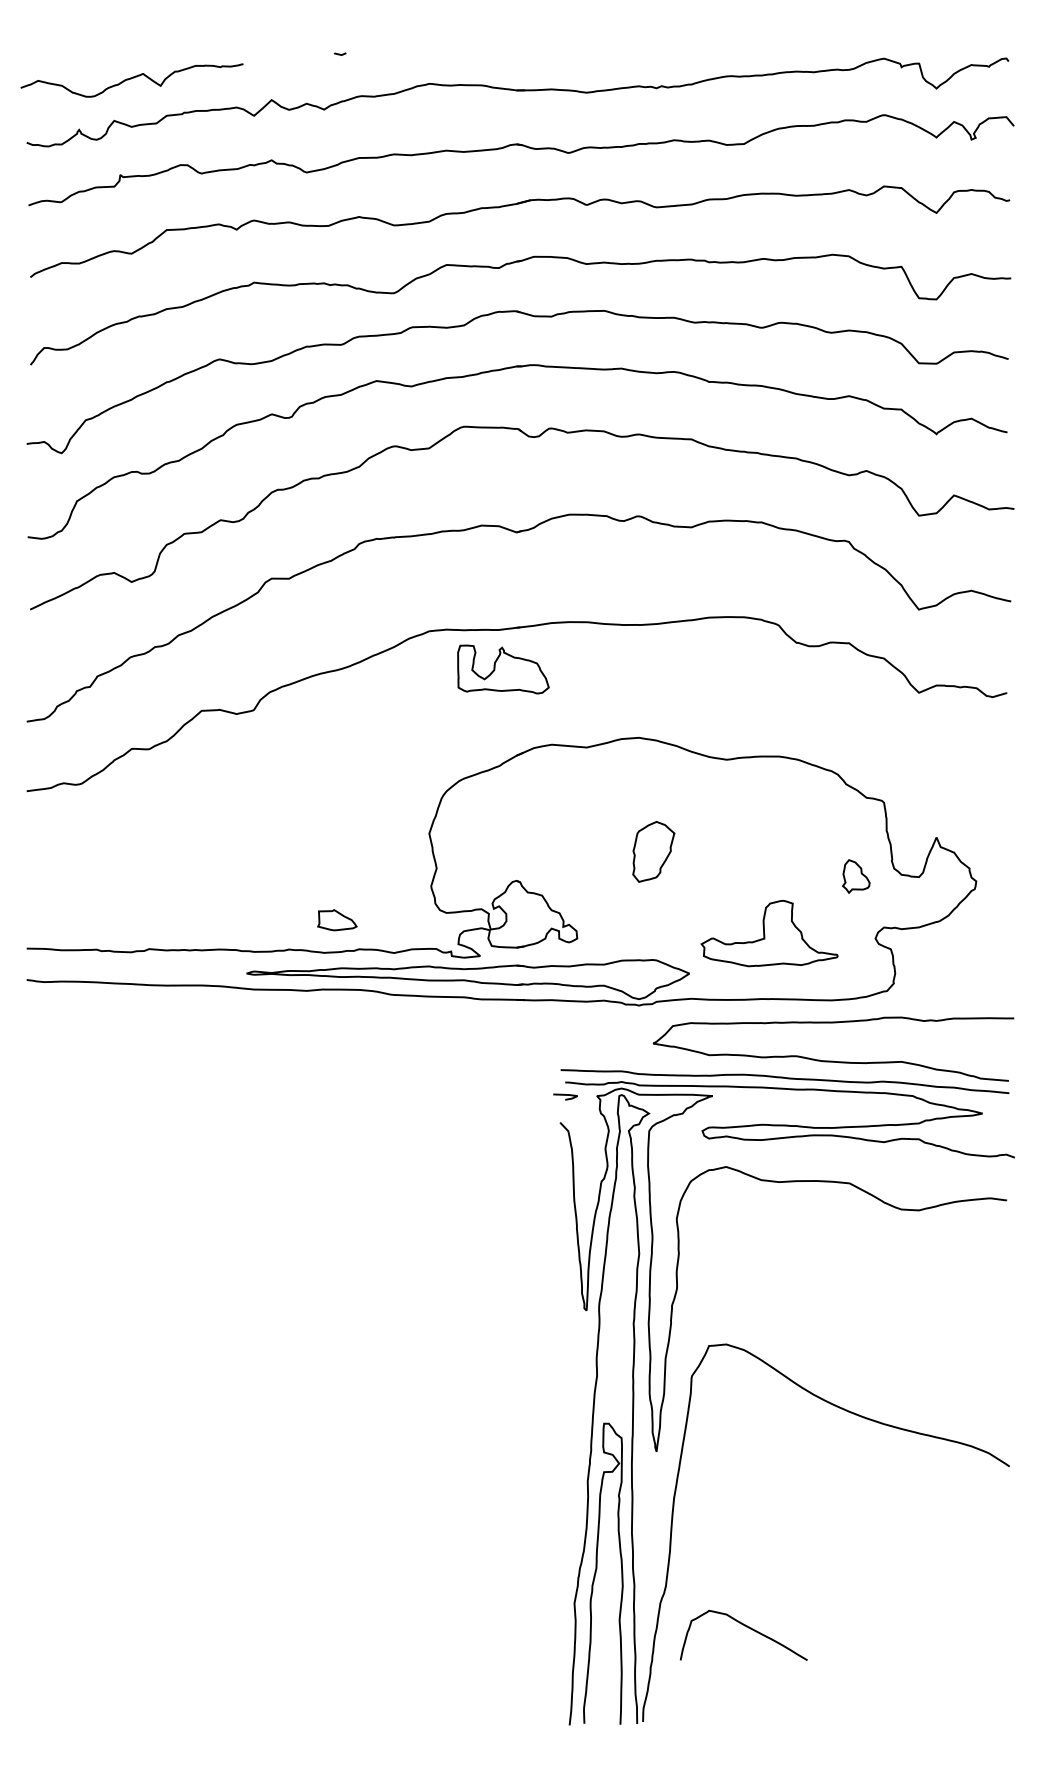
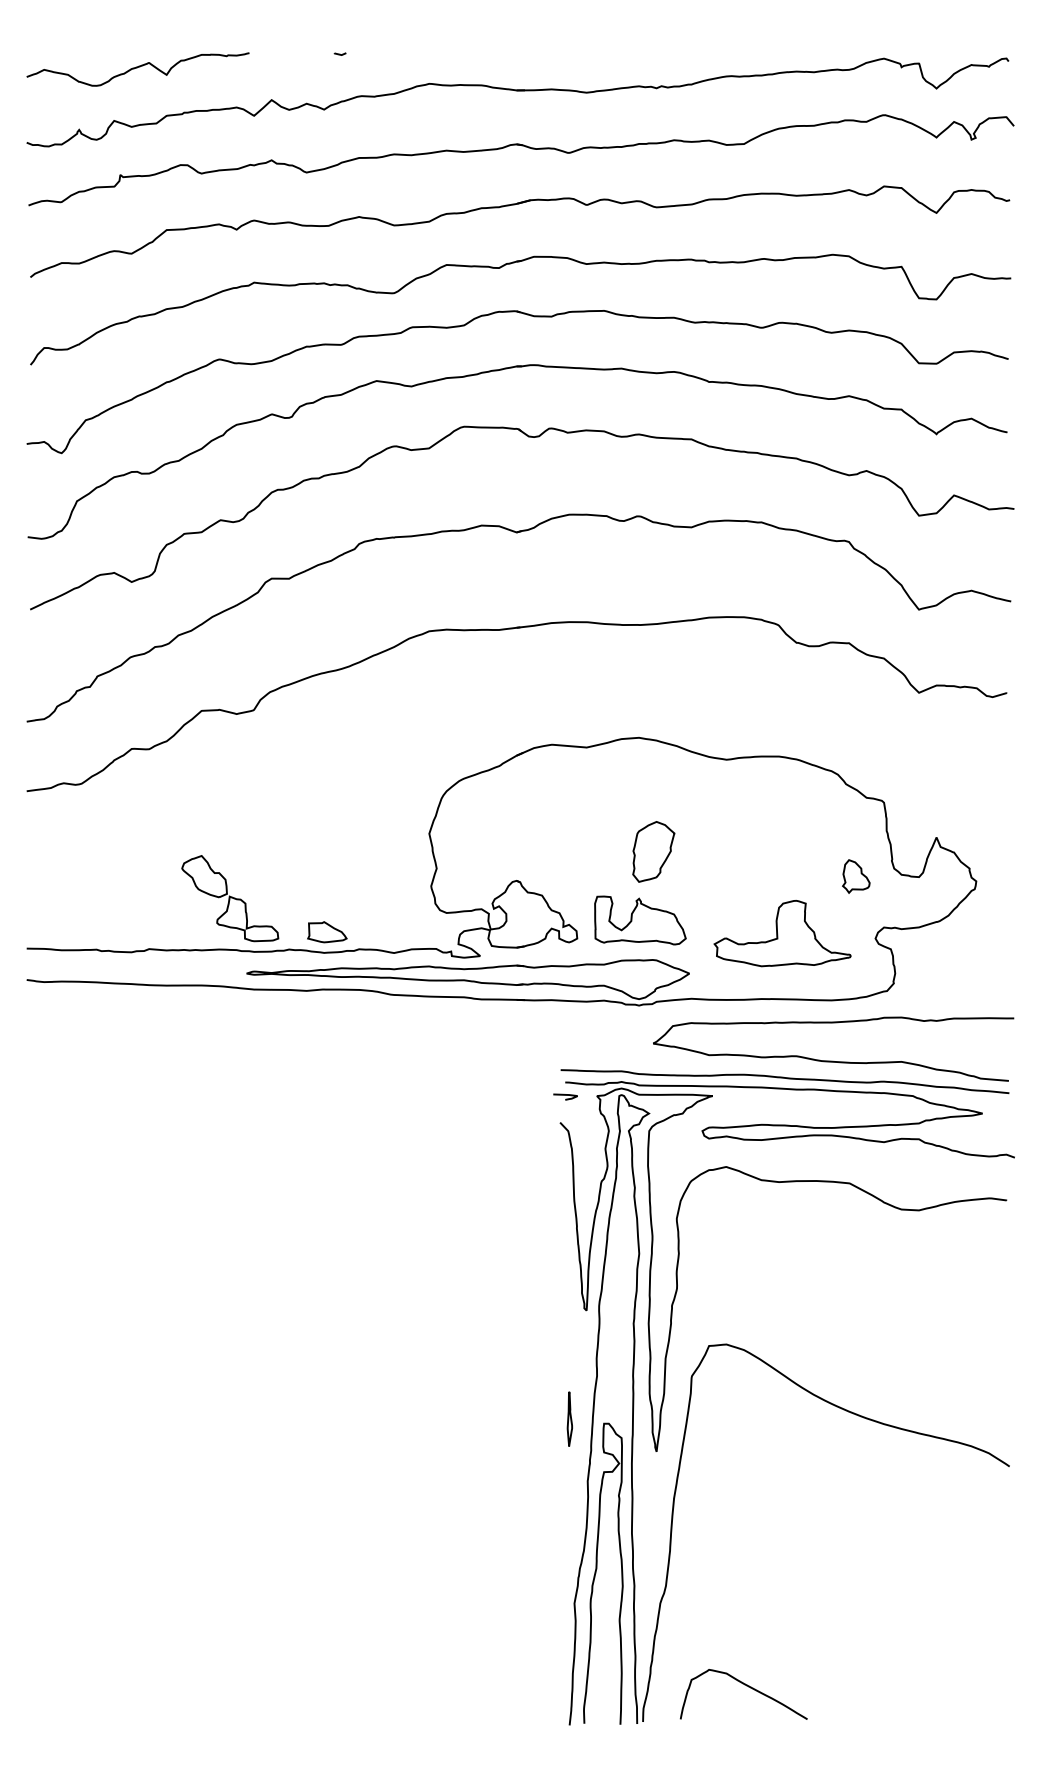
curve at (131, 79) position: (131, 79) -> (137, 68)
part at (503, 669) position: (503, 669) -> (640, 920)
part at (230, 898): none -> present
part at (337, 920) position: (337, 920) -> (327, 932)
part at (769, 933) position: (769, 933) -> (782, 933)
part at (569, 1418): none -> present
curve at (746, 1627) position: (746, 1627) -> (746, 1686)
